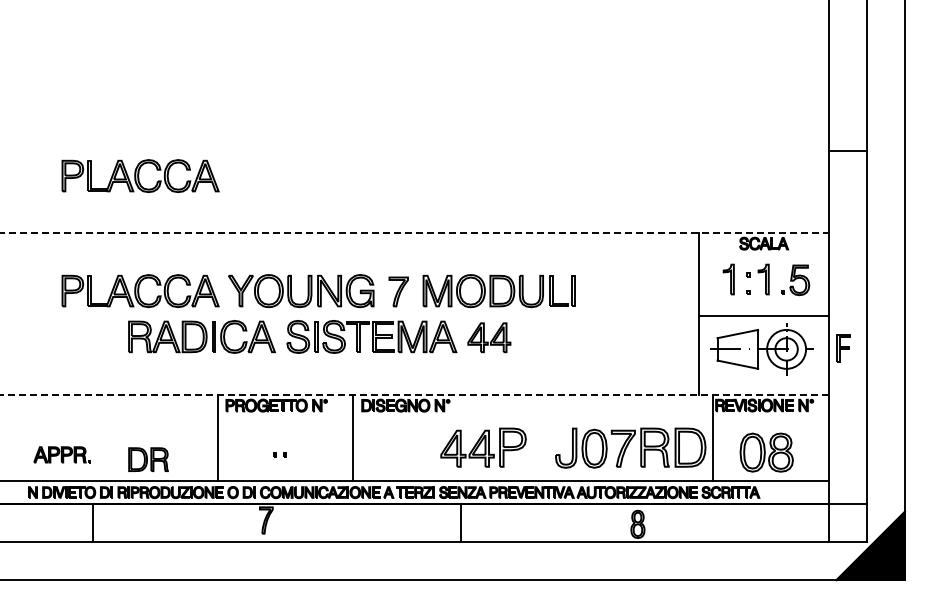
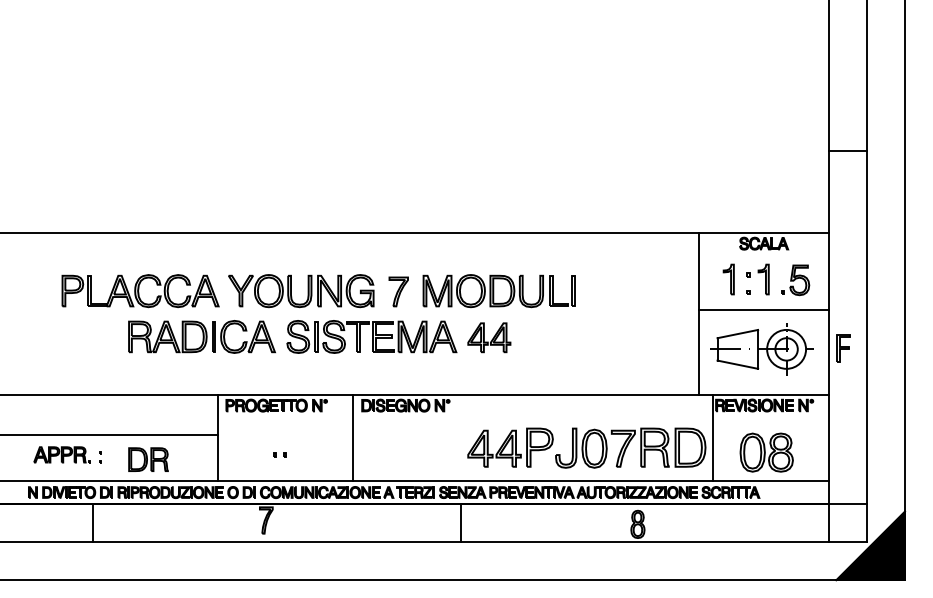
part at (140, 176): present -> none
line at (414, 232): dashed -> solid
line at (763, 315) position: (763, 315) -> (763, 309)
line at (414, 394): dashed -> solid
line at (109, 435): none -> present
part at (483, 447) position: (483, 447) -> (510, 447)
part at (100, 457): none -> present
